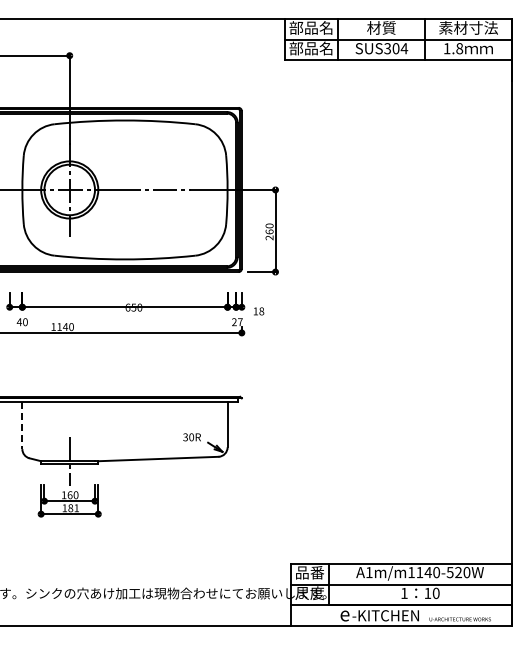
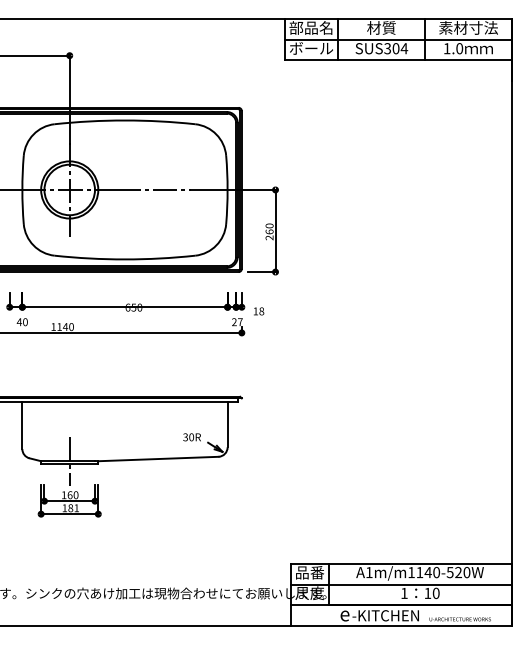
text at (310, 48): 部品名 -> ボール
text at (459, 48): 1.8 -> 1.0
line at (22, 425): dashed -> solid
